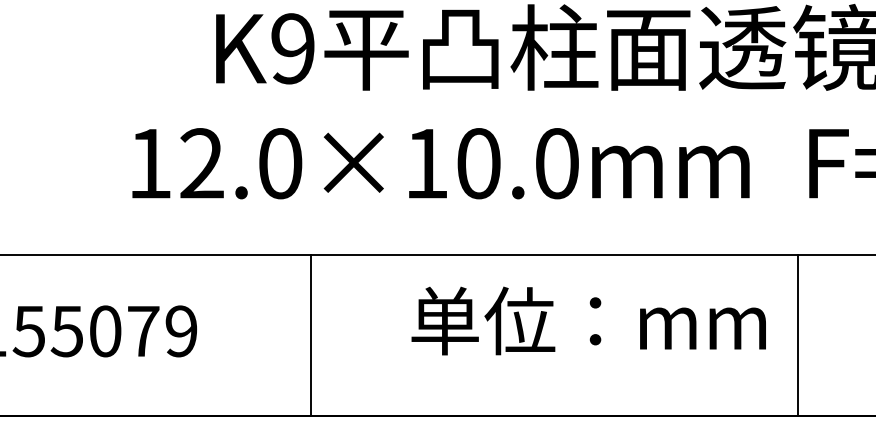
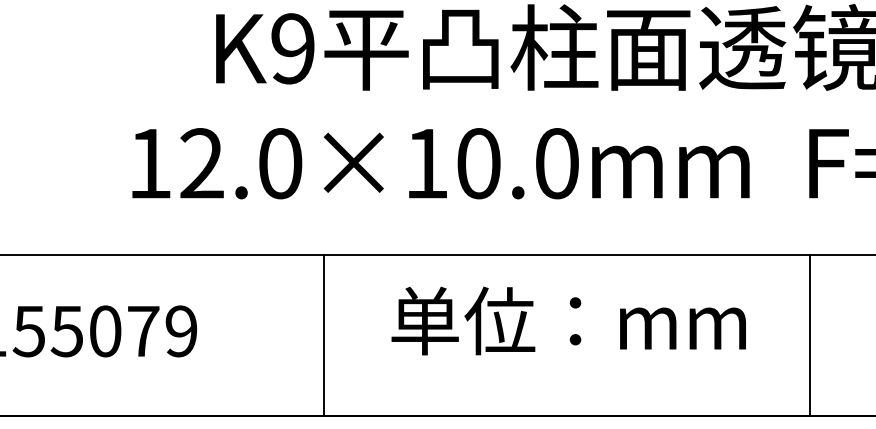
text at (588, 320) position: (588, 320) -> (568, 320)
line at (311, 335) position: (311, 335) -> (324, 335)
line at (798, 335) position: (798, 335) -> (810, 335)
